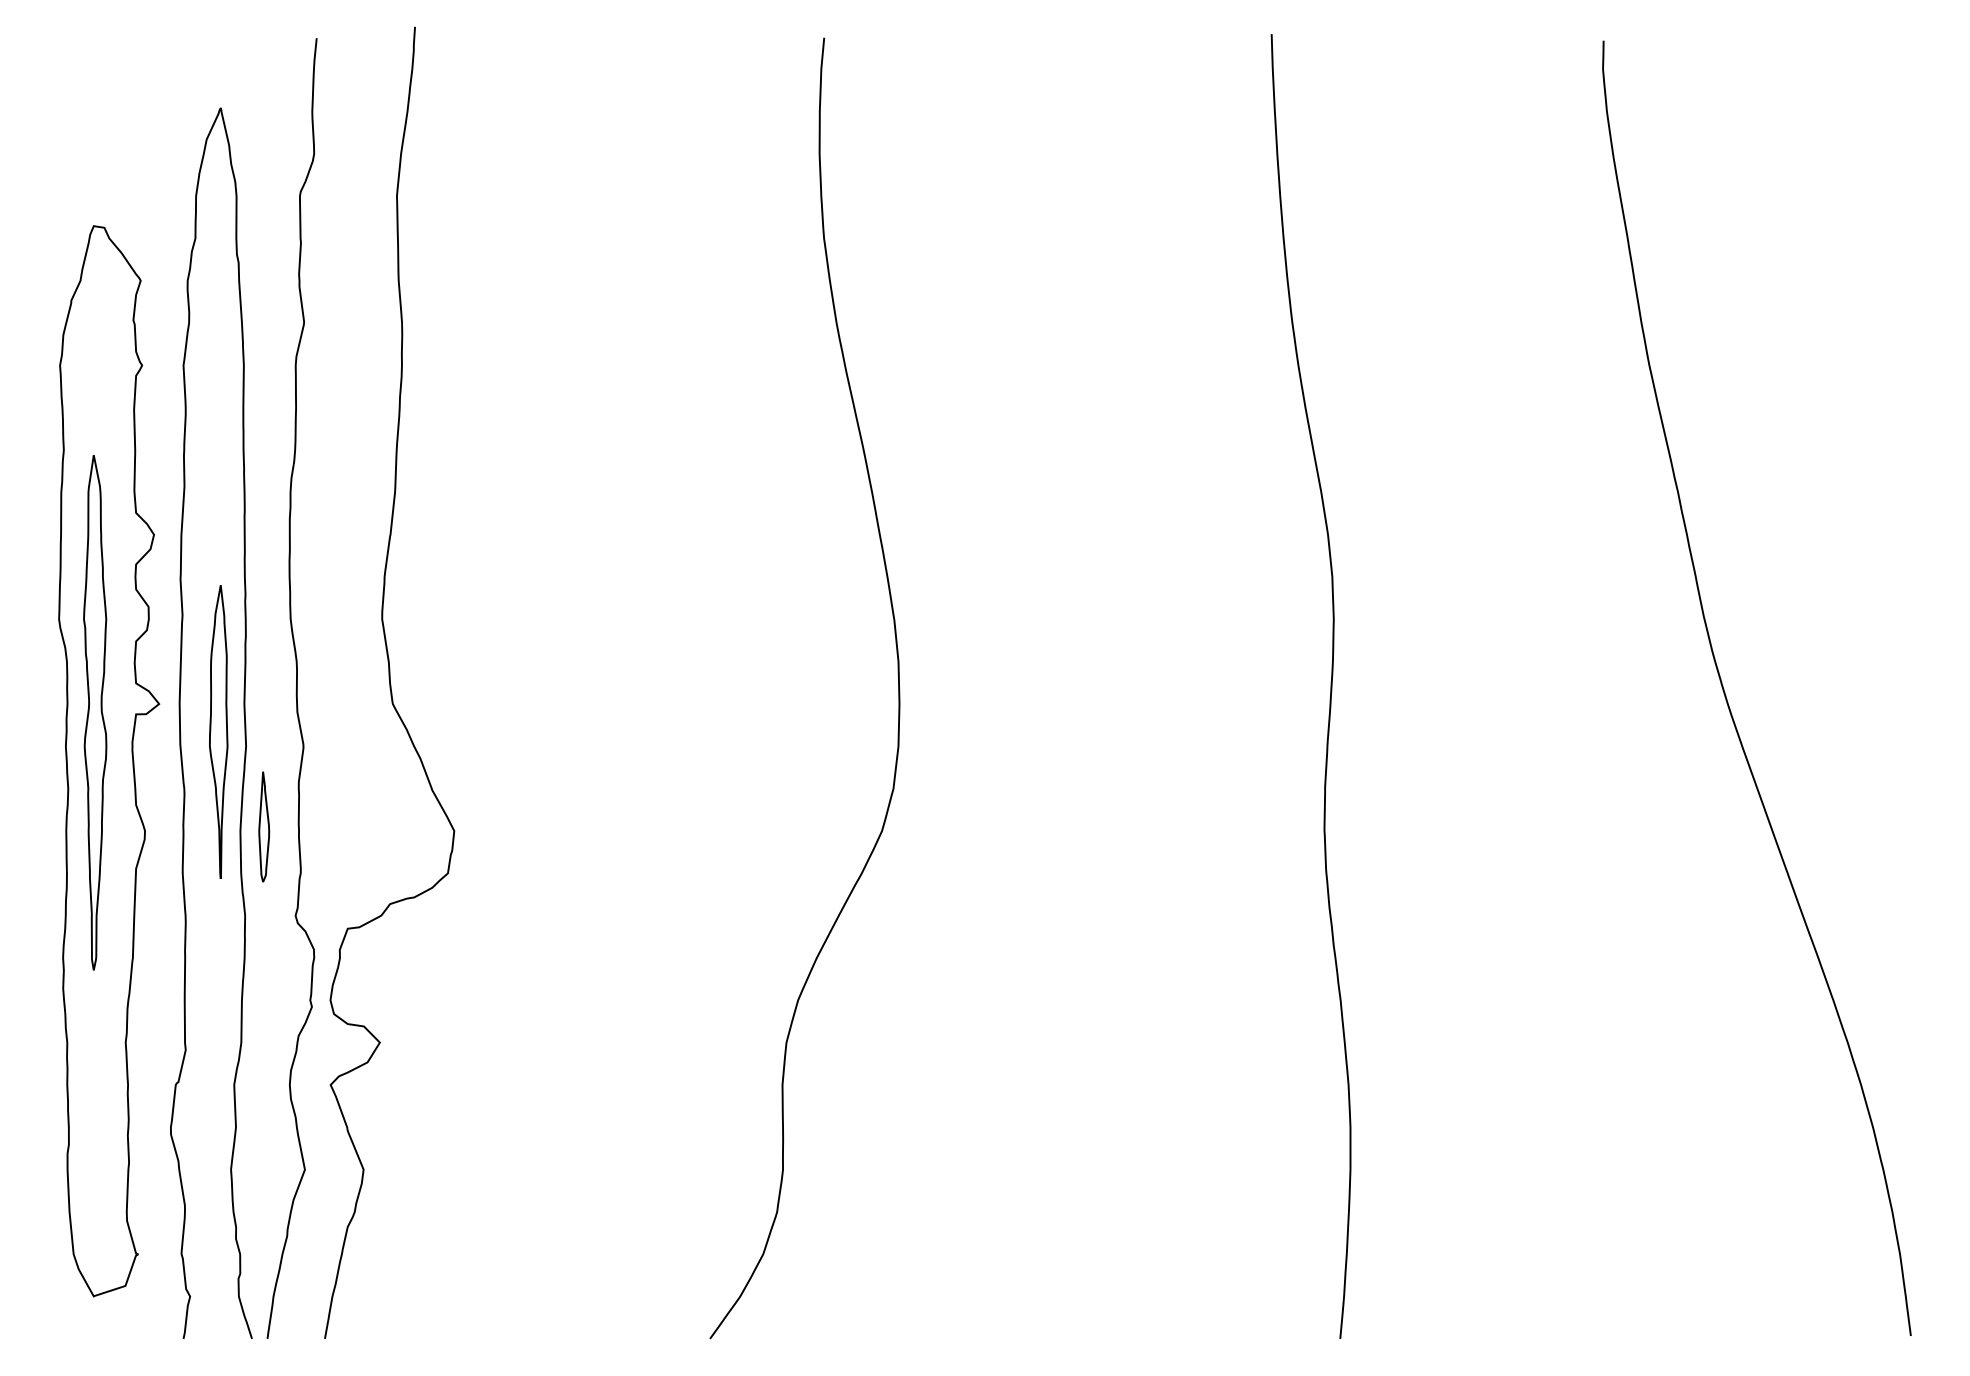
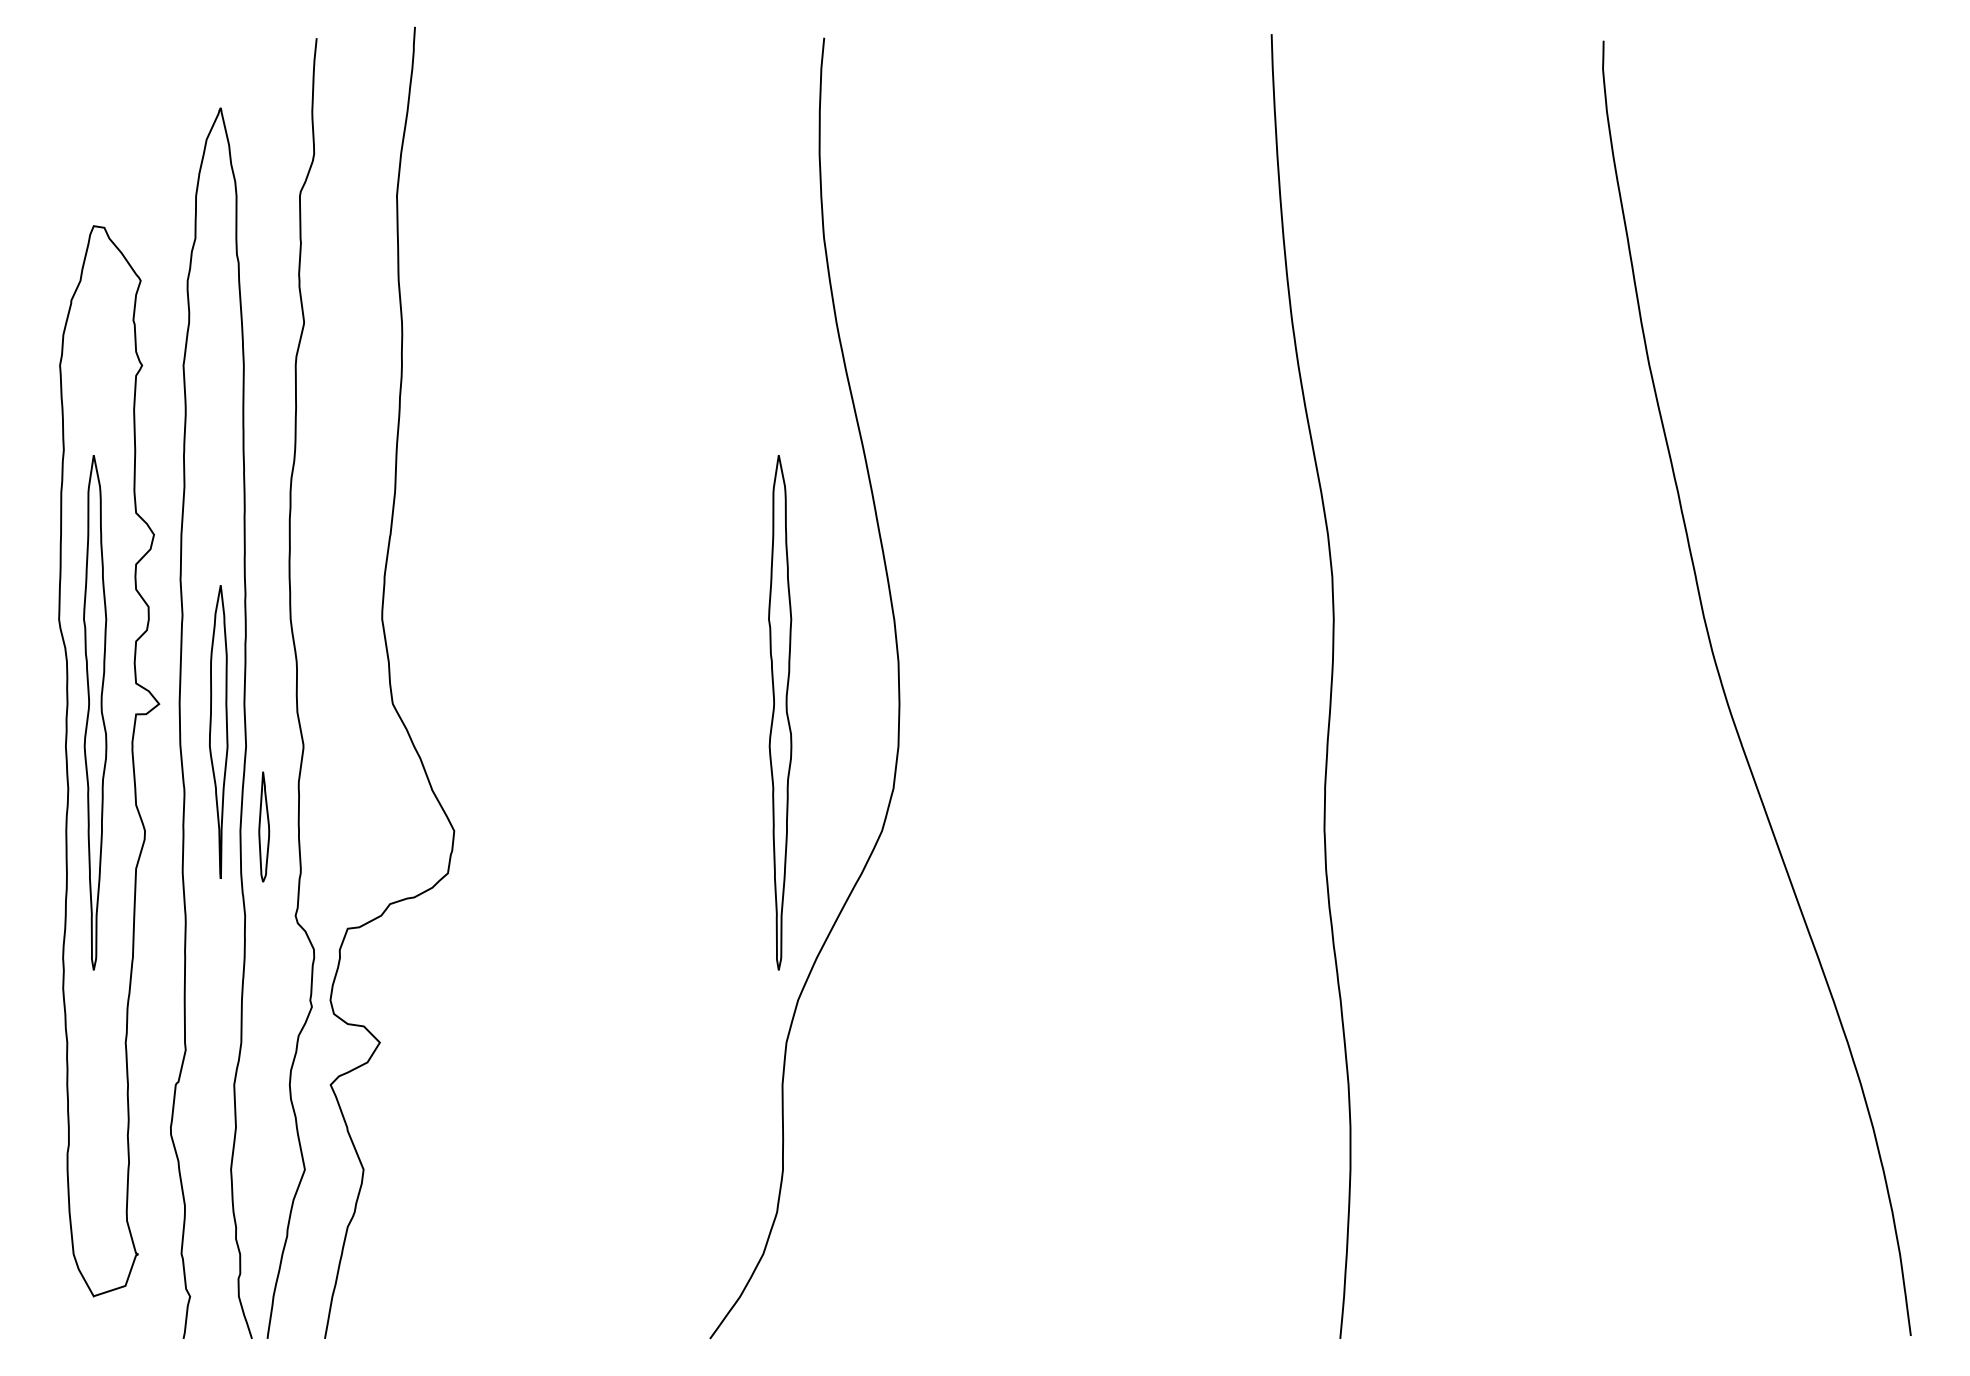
part at (780, 712): none -> present
